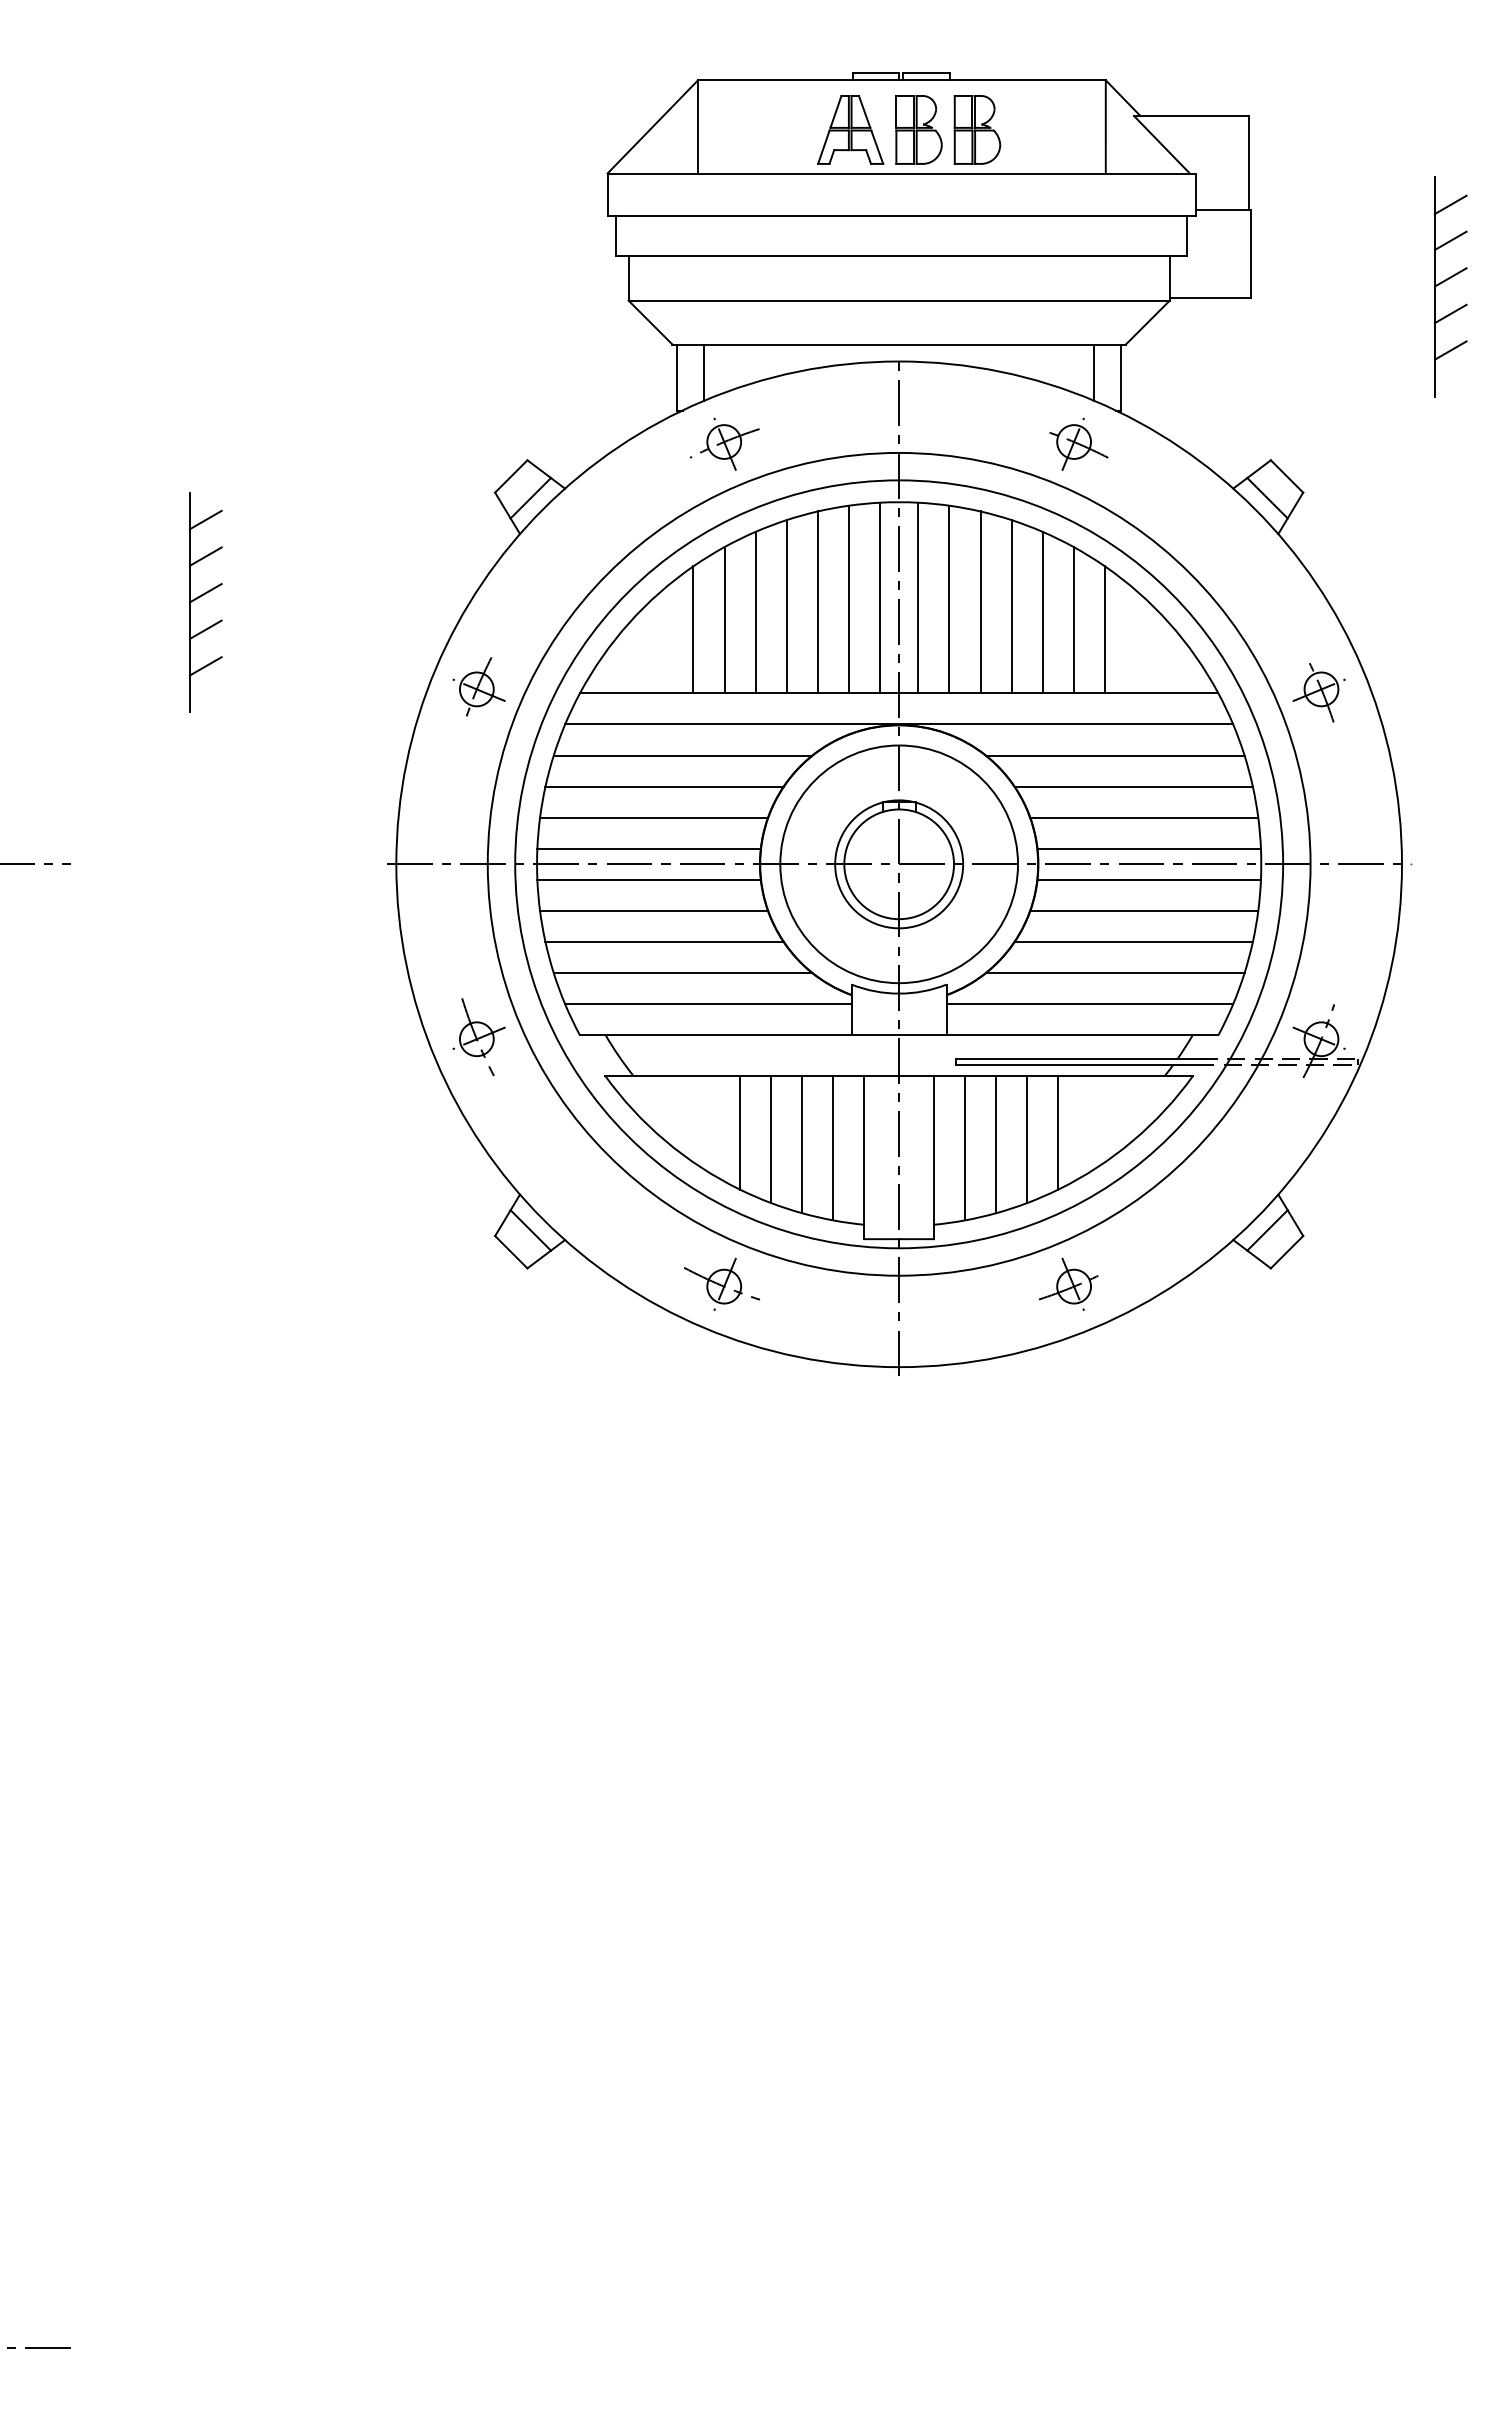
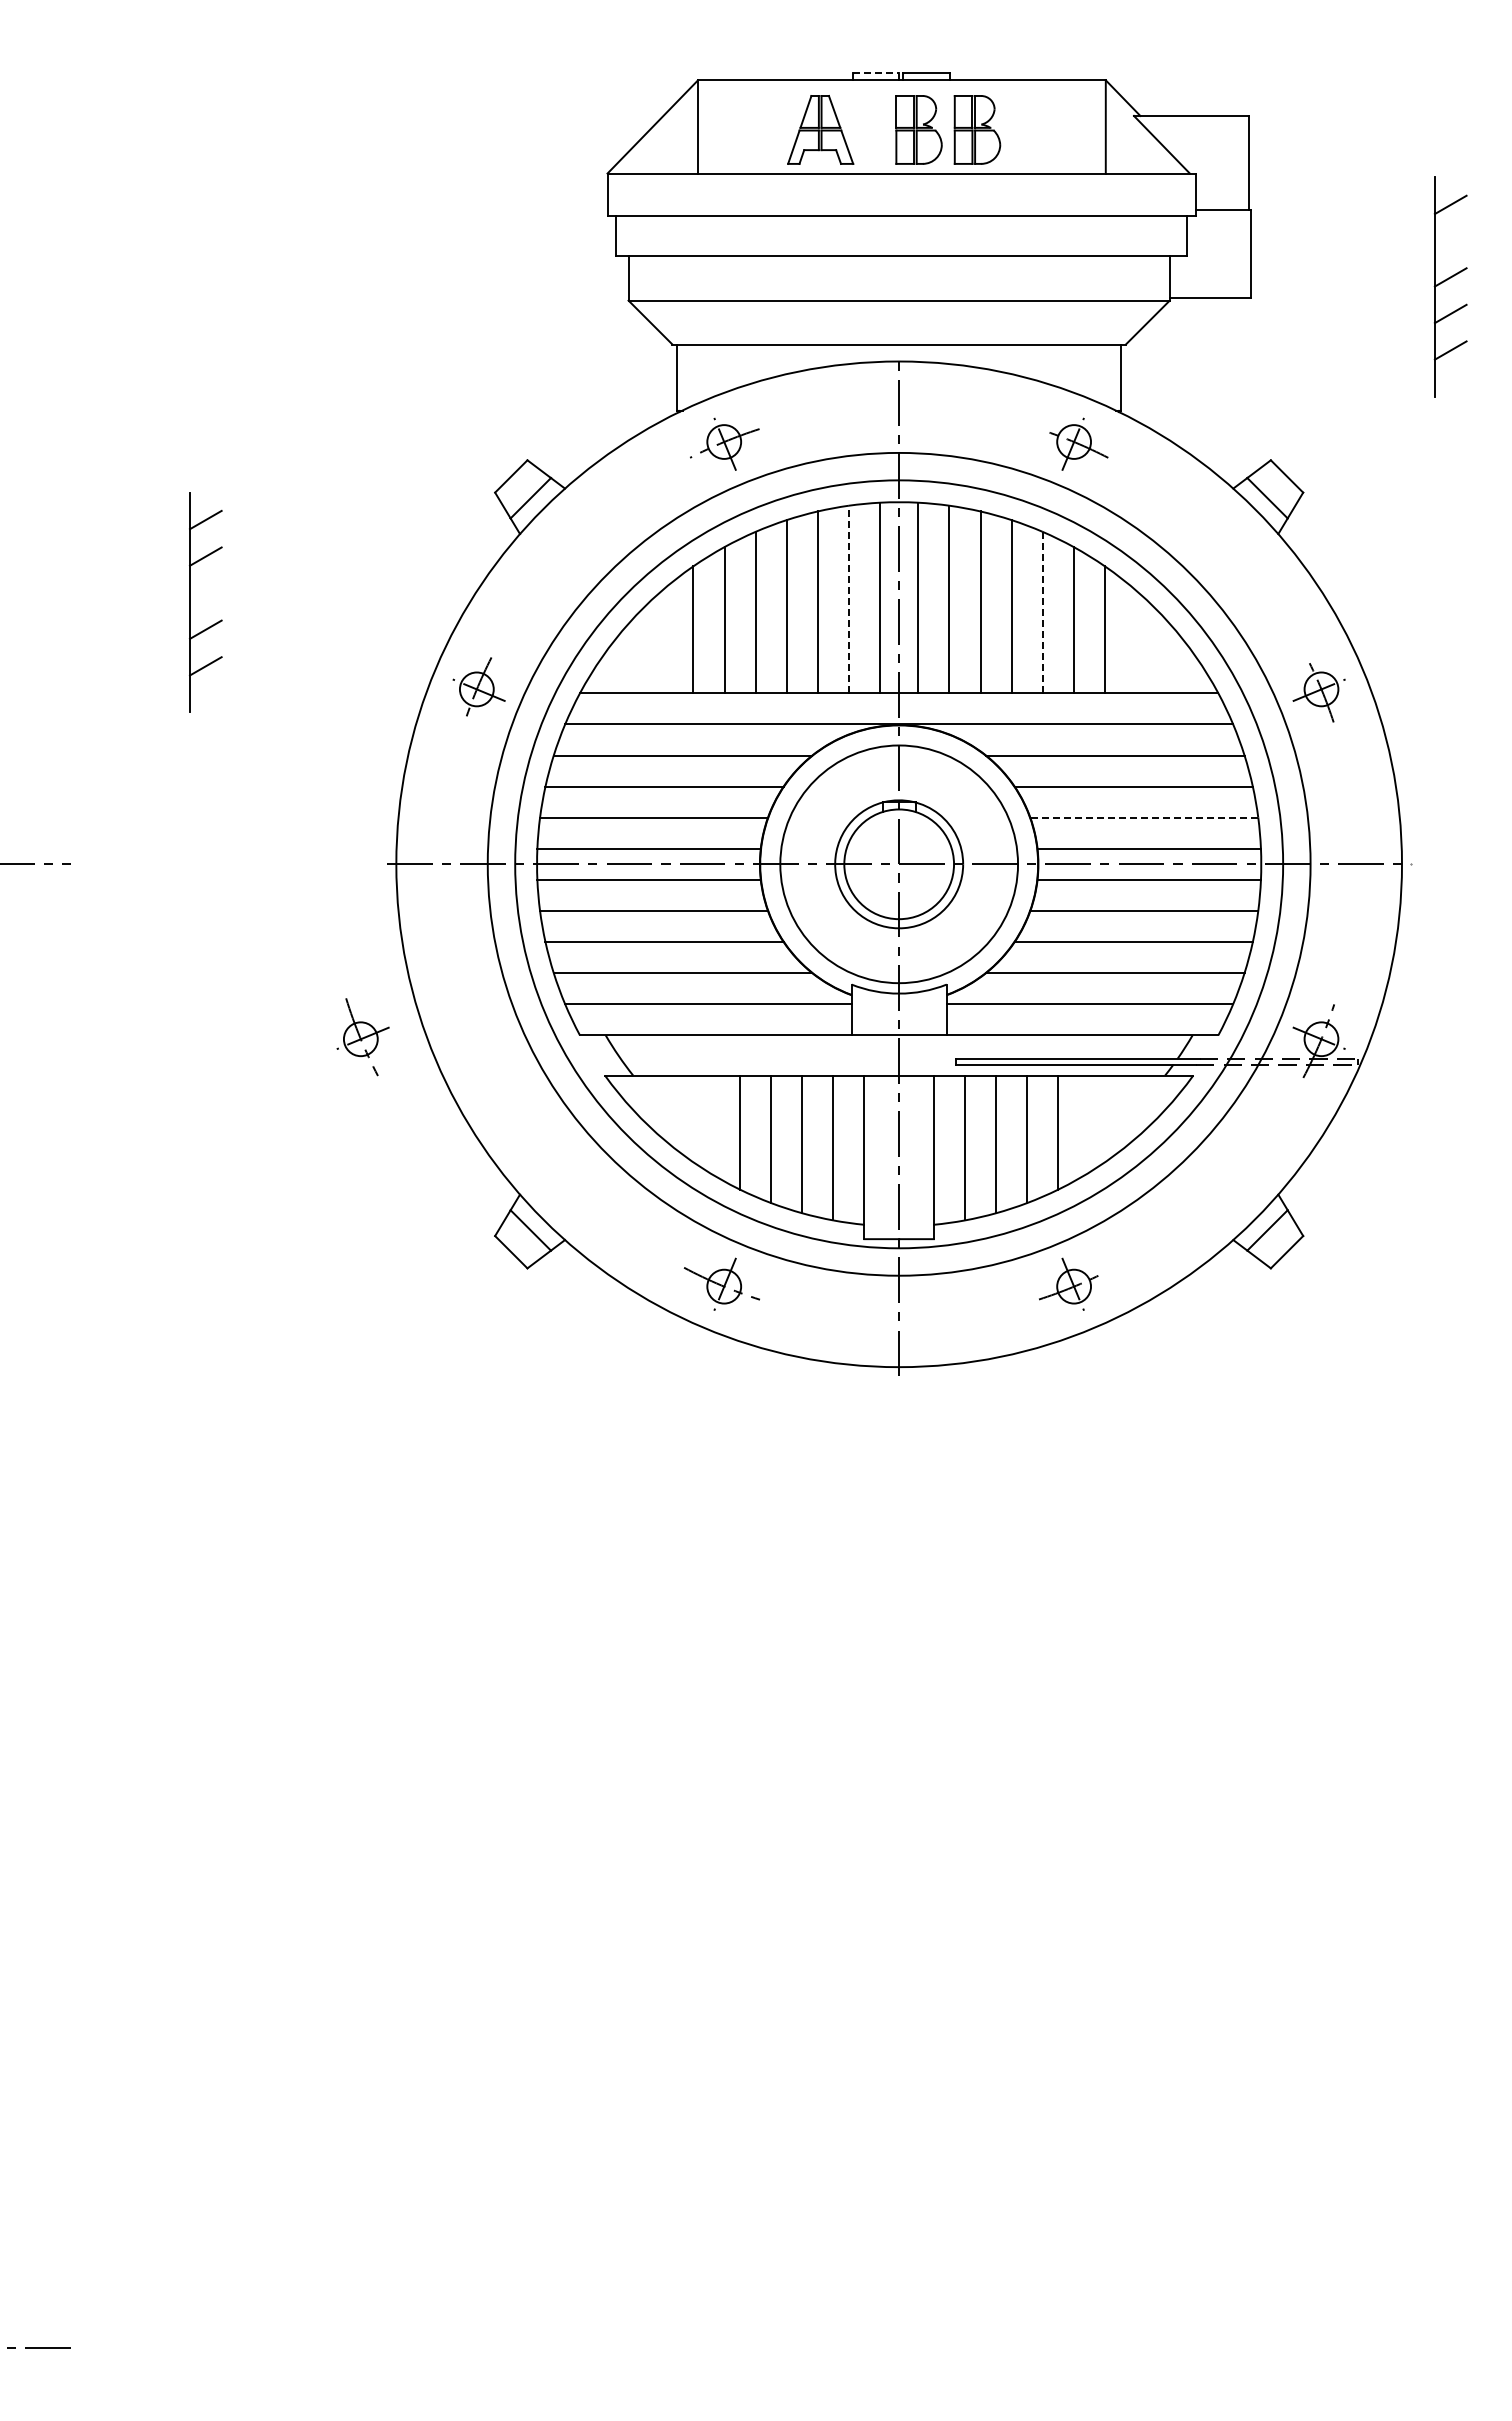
line at (876, 72): solid -> dashed
part at (850, 129) position: (850, 129) -> (820, 129)
line at (1450, 240): present -> none
line at (704, 372): present -> none
line at (1093, 372): present -> none
line at (205, 593): present -> none
line at (848, 599): solid -> dashed
line at (1042, 612): solid -> dashed
line at (1144, 817): solid -> dashed
part at (478, 1037) position: (478, 1037) -> (362, 1037)
